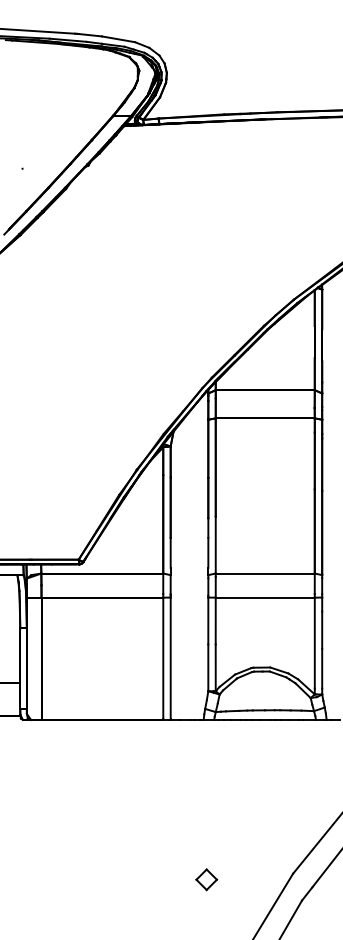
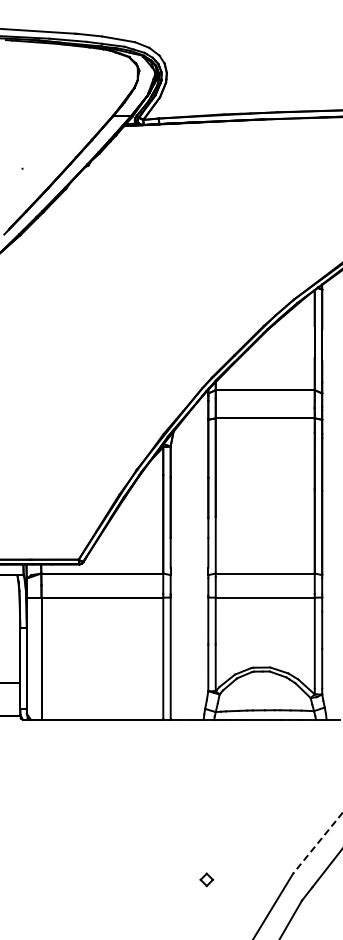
line at (317, 843): solid -> dashed
part at (206, 879) size: 24x24 px -> 16x16 px
